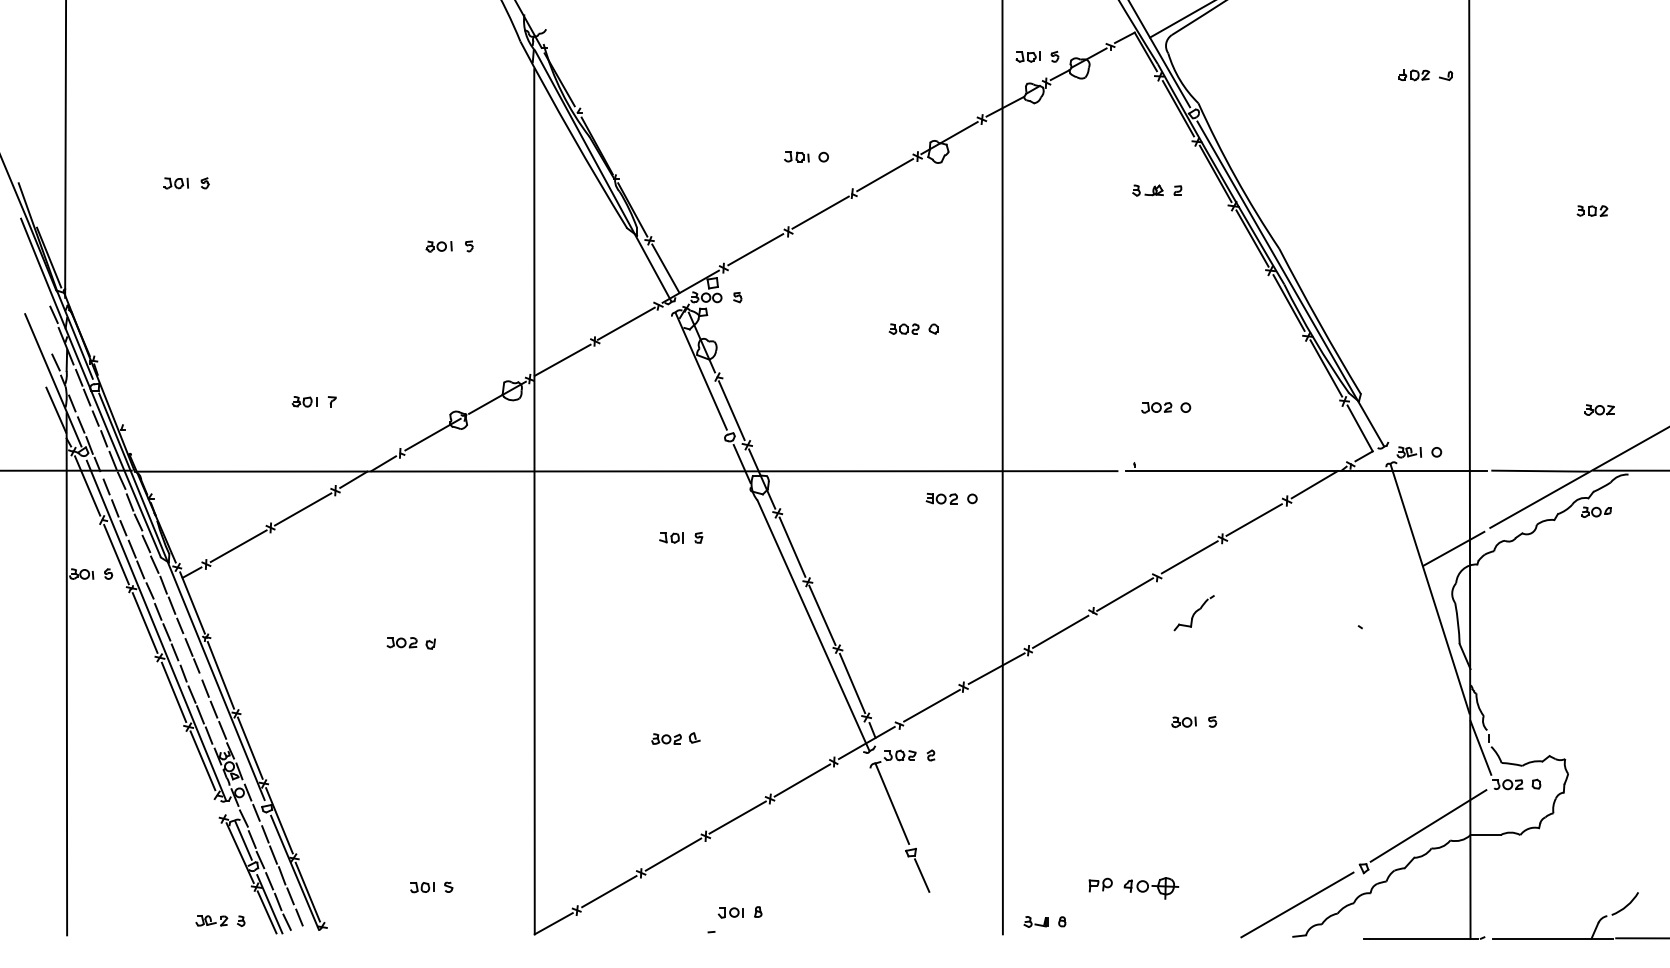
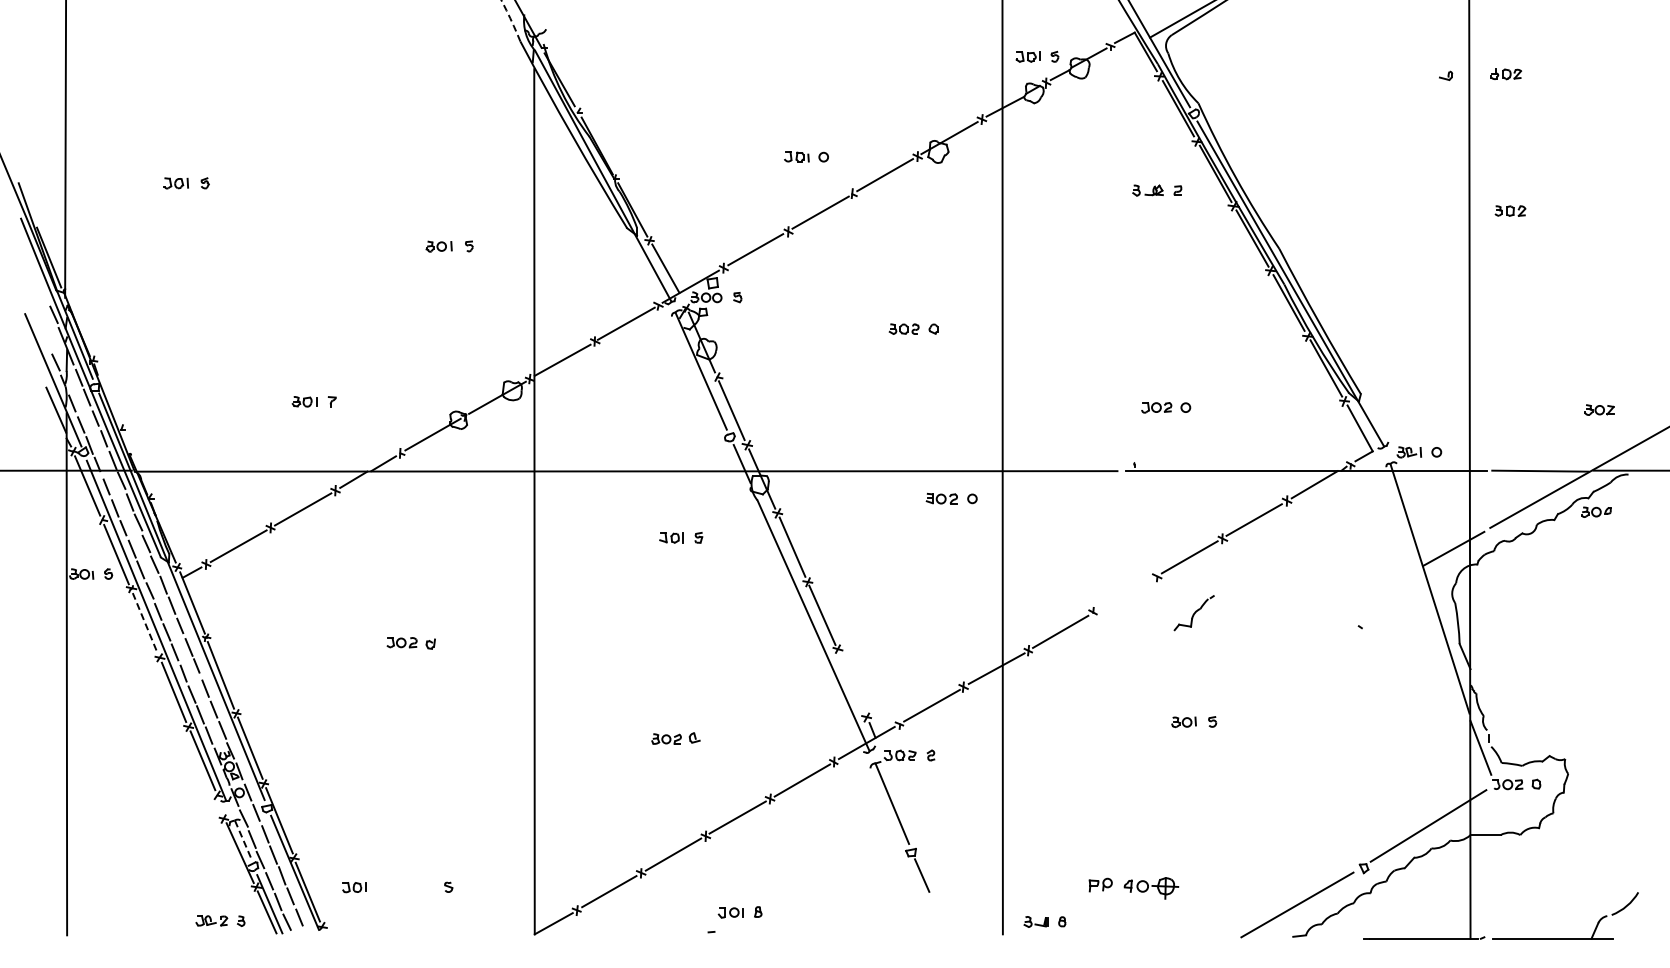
arc at (511, 20): solid -> dashed
part at (1414, 75) position: (1414, 75) -> (1506, 74)
part at (1592, 210) position: (1592, 210) -> (1510, 210)
line at (1125, 594): present -> none
line at (145, 623): solid -> dashed
line at (852, 683): present -> none
line at (243, 840): solid -> dashed
part at (422, 887) position: (422, 887) -> (354, 887)
line at (1641, 938): present -> none
